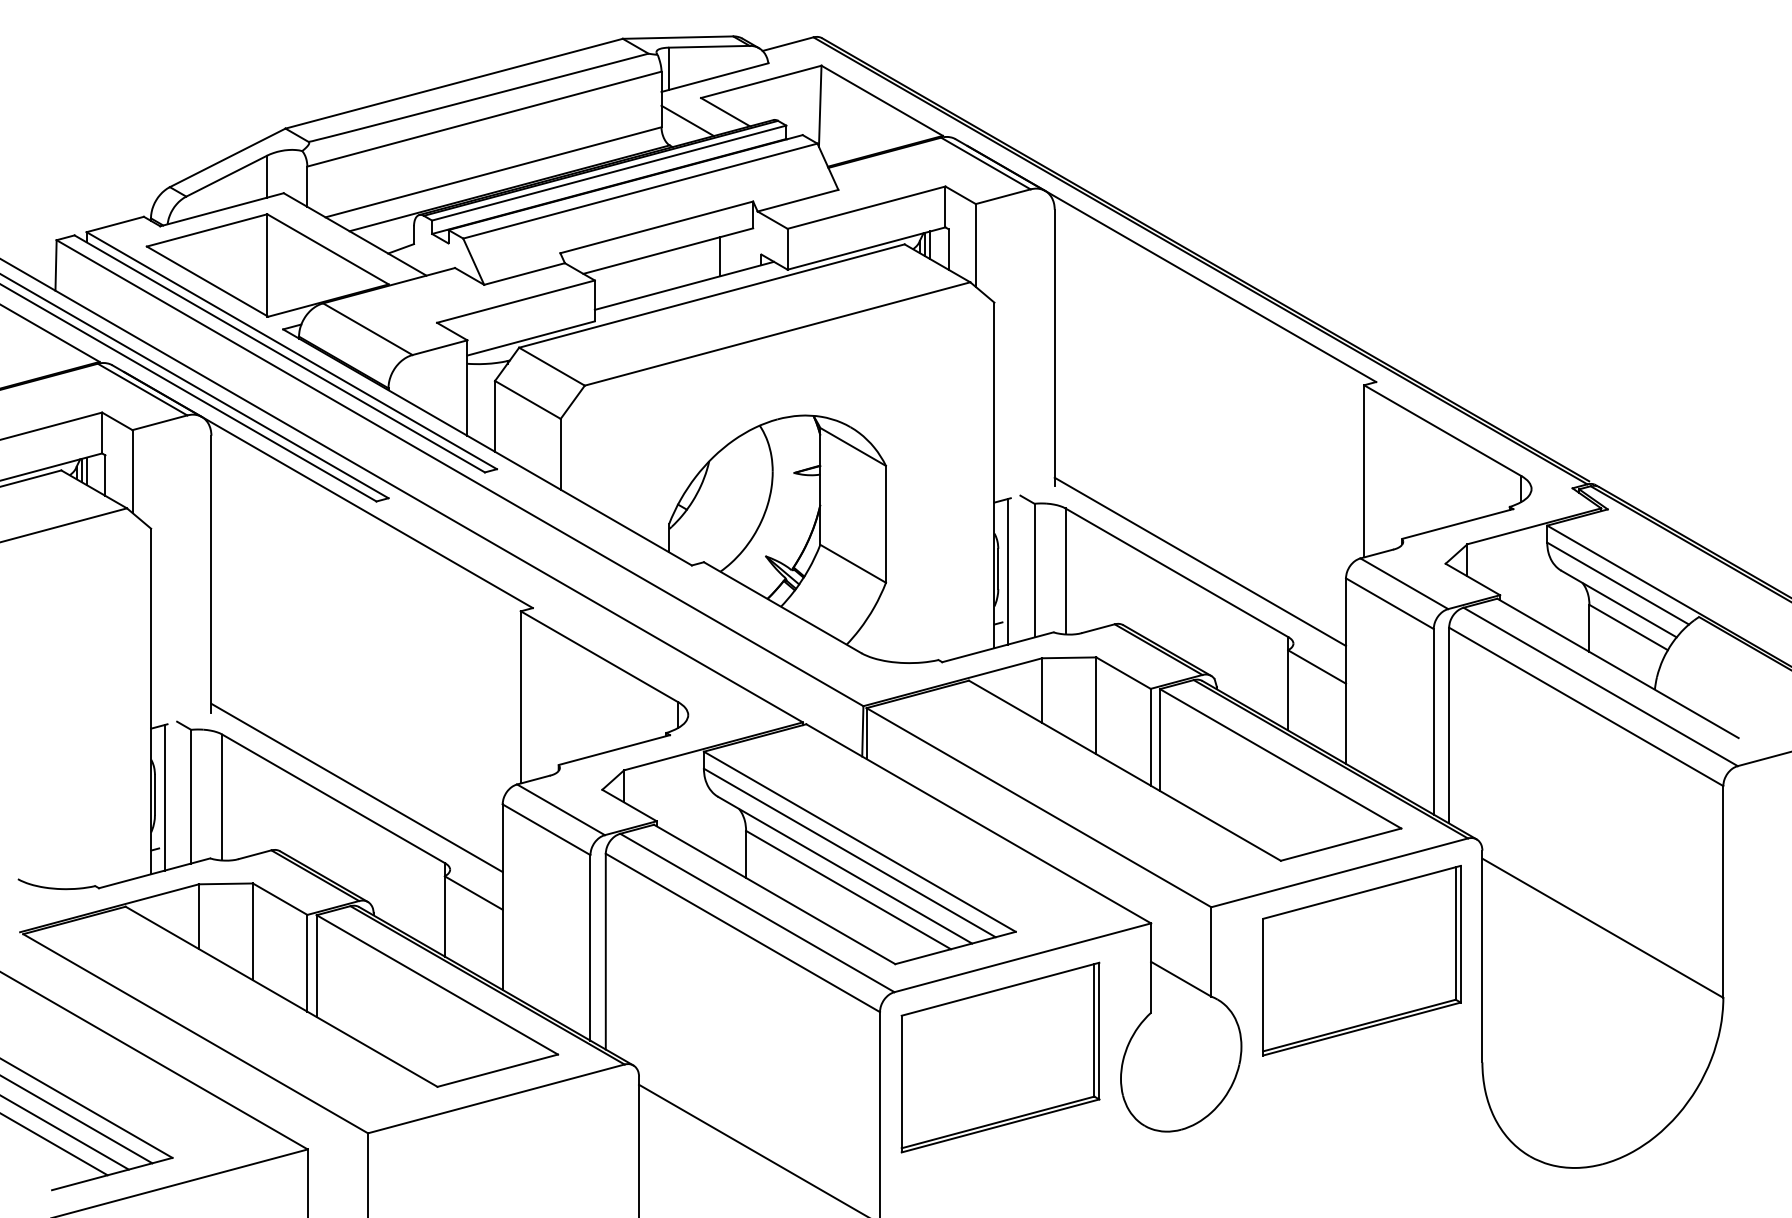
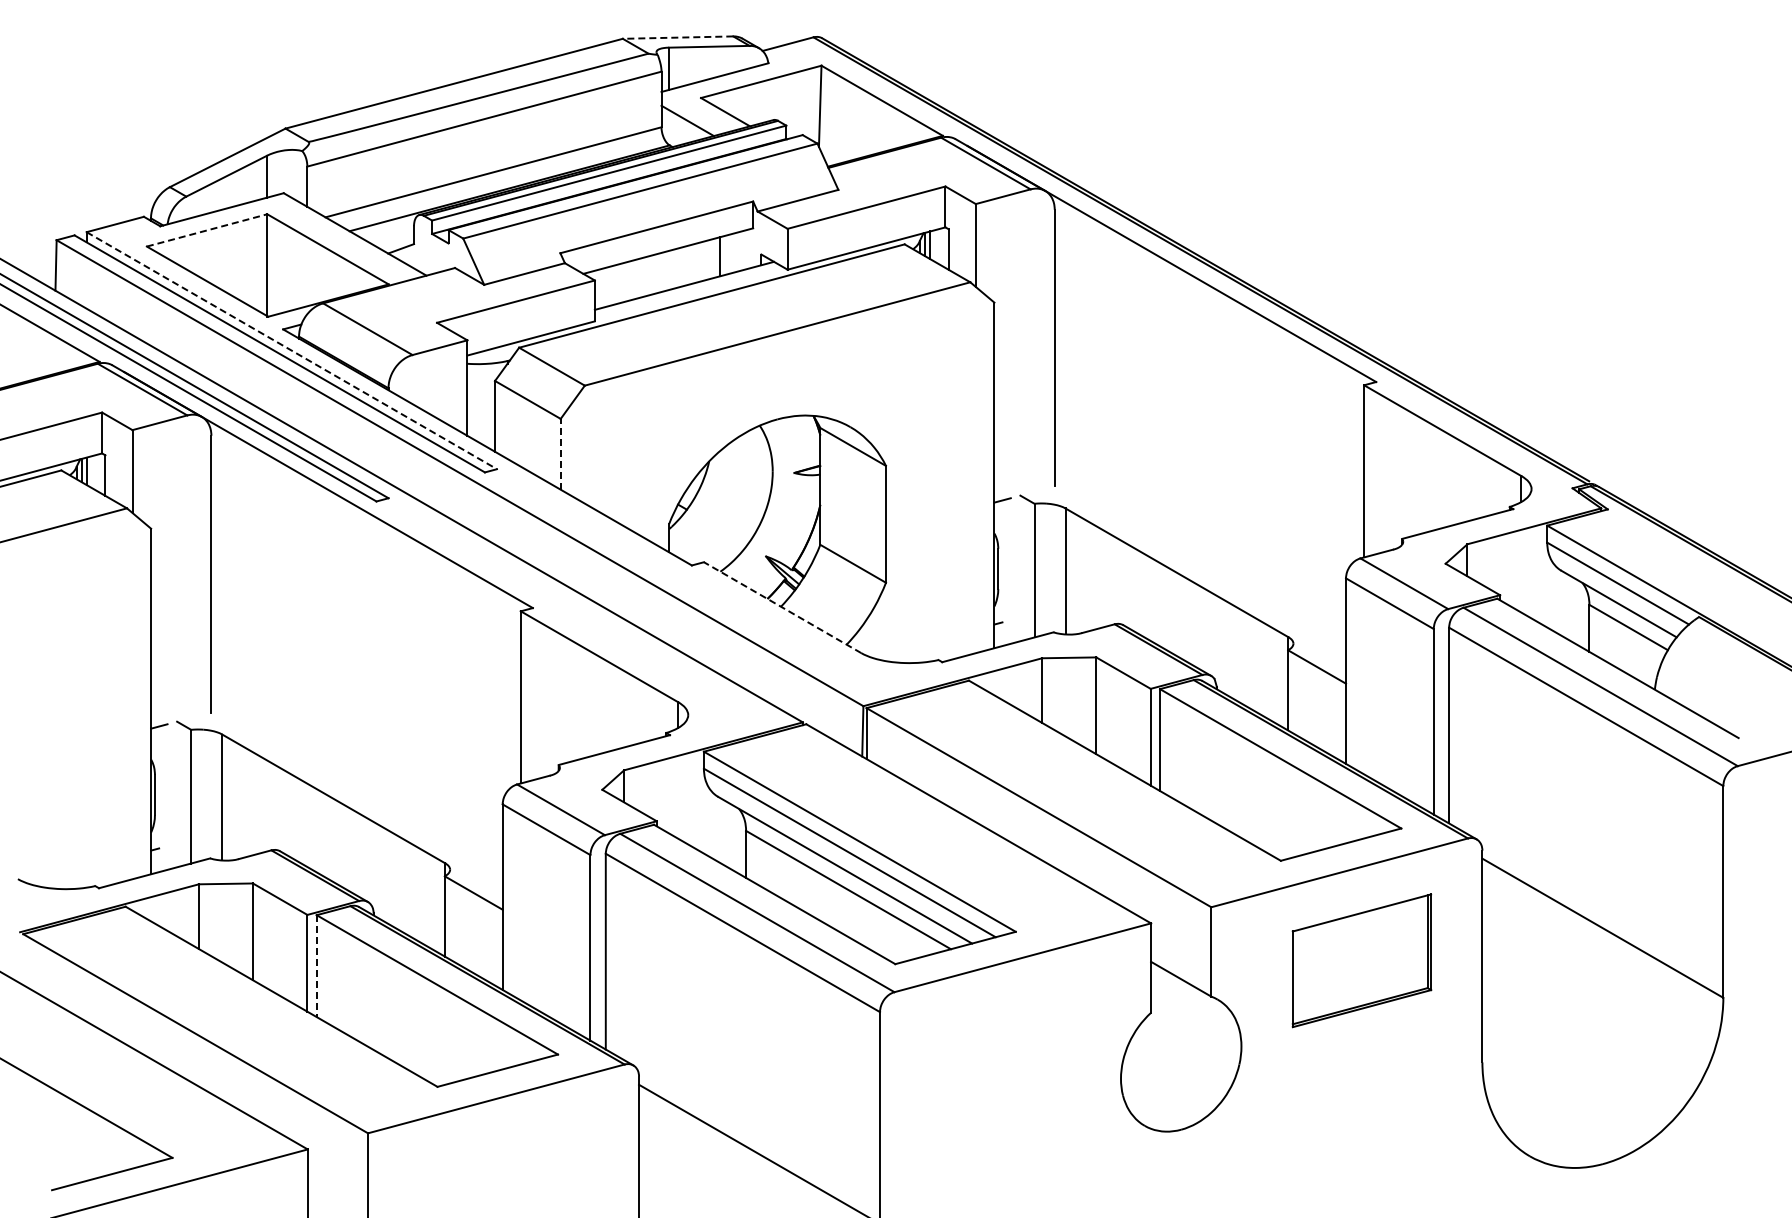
line at (677, 37): solid -> dashed
line at (207, 230): solid -> dashed
line at (291, 350): solid -> dashed
line at (560, 453): solid -> dashed
line at (1200, 561): present -> none
line at (1008, 571): present -> none
line at (782, 607): solid -> dashed
line at (356, 787): present -> none
line at (164, 797): present -> none
part at (1361, 960) size: 200x192 px -> 142x136 px
line at (316, 966): solid -> dashed
part at (1000, 1057): present -> none
line at (77, 1119): present -> none
line at (65, 1132): present -> none
line at (54, 1144): present -> none
